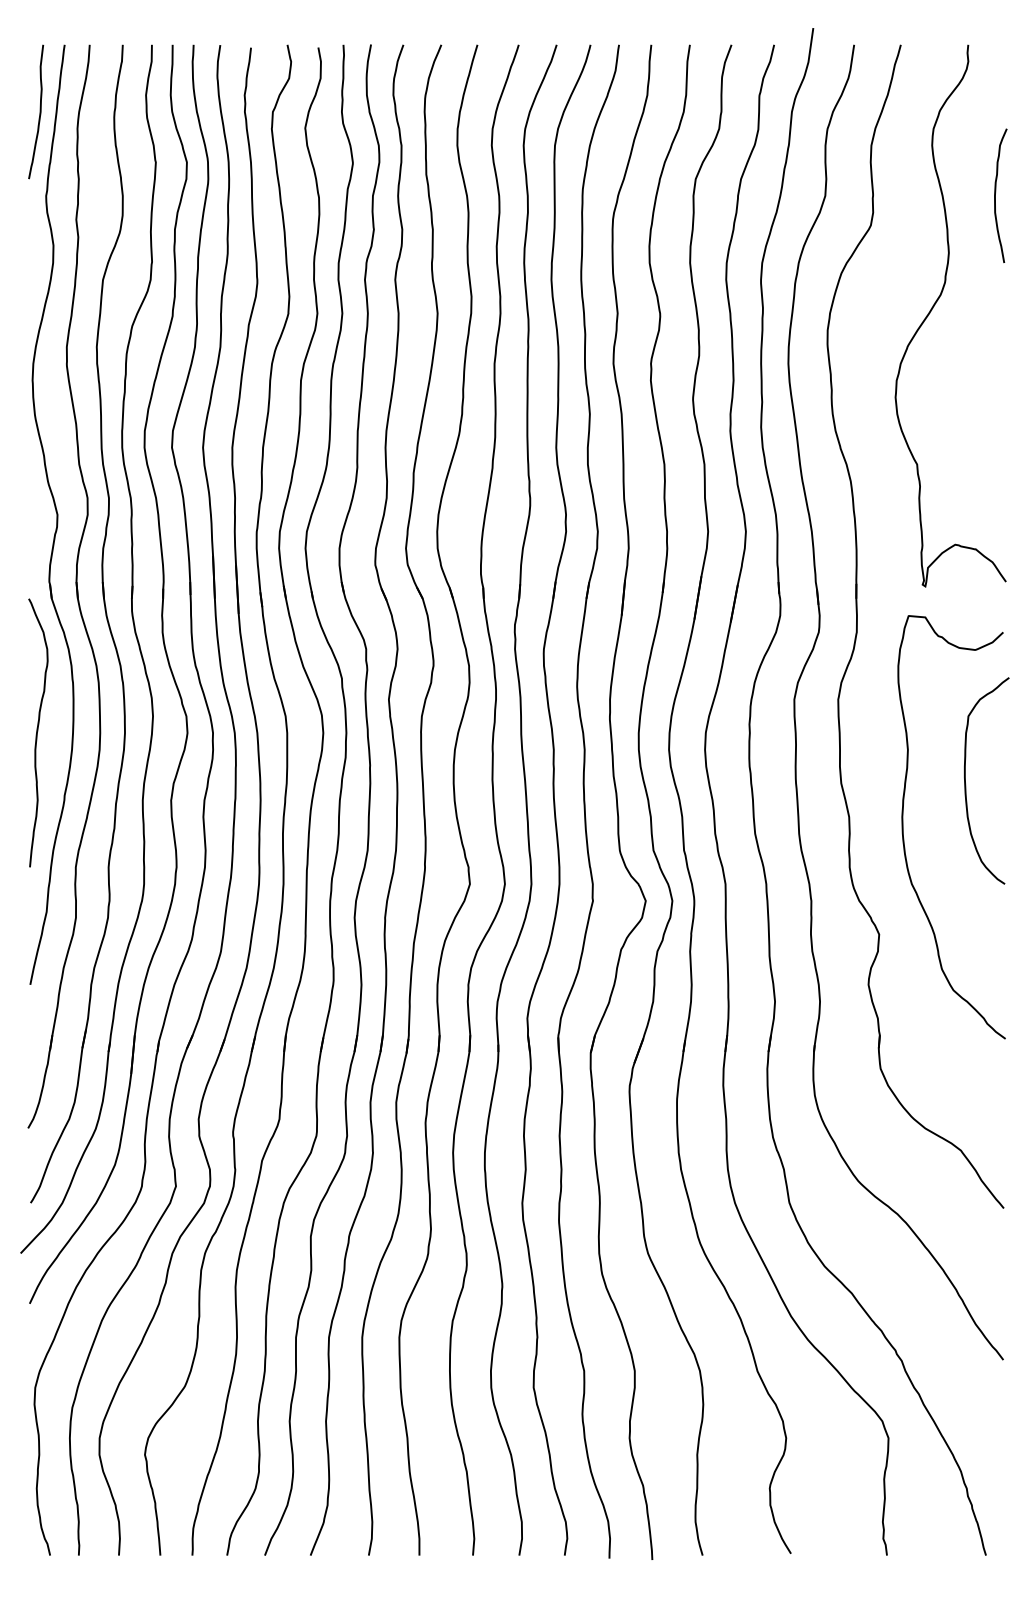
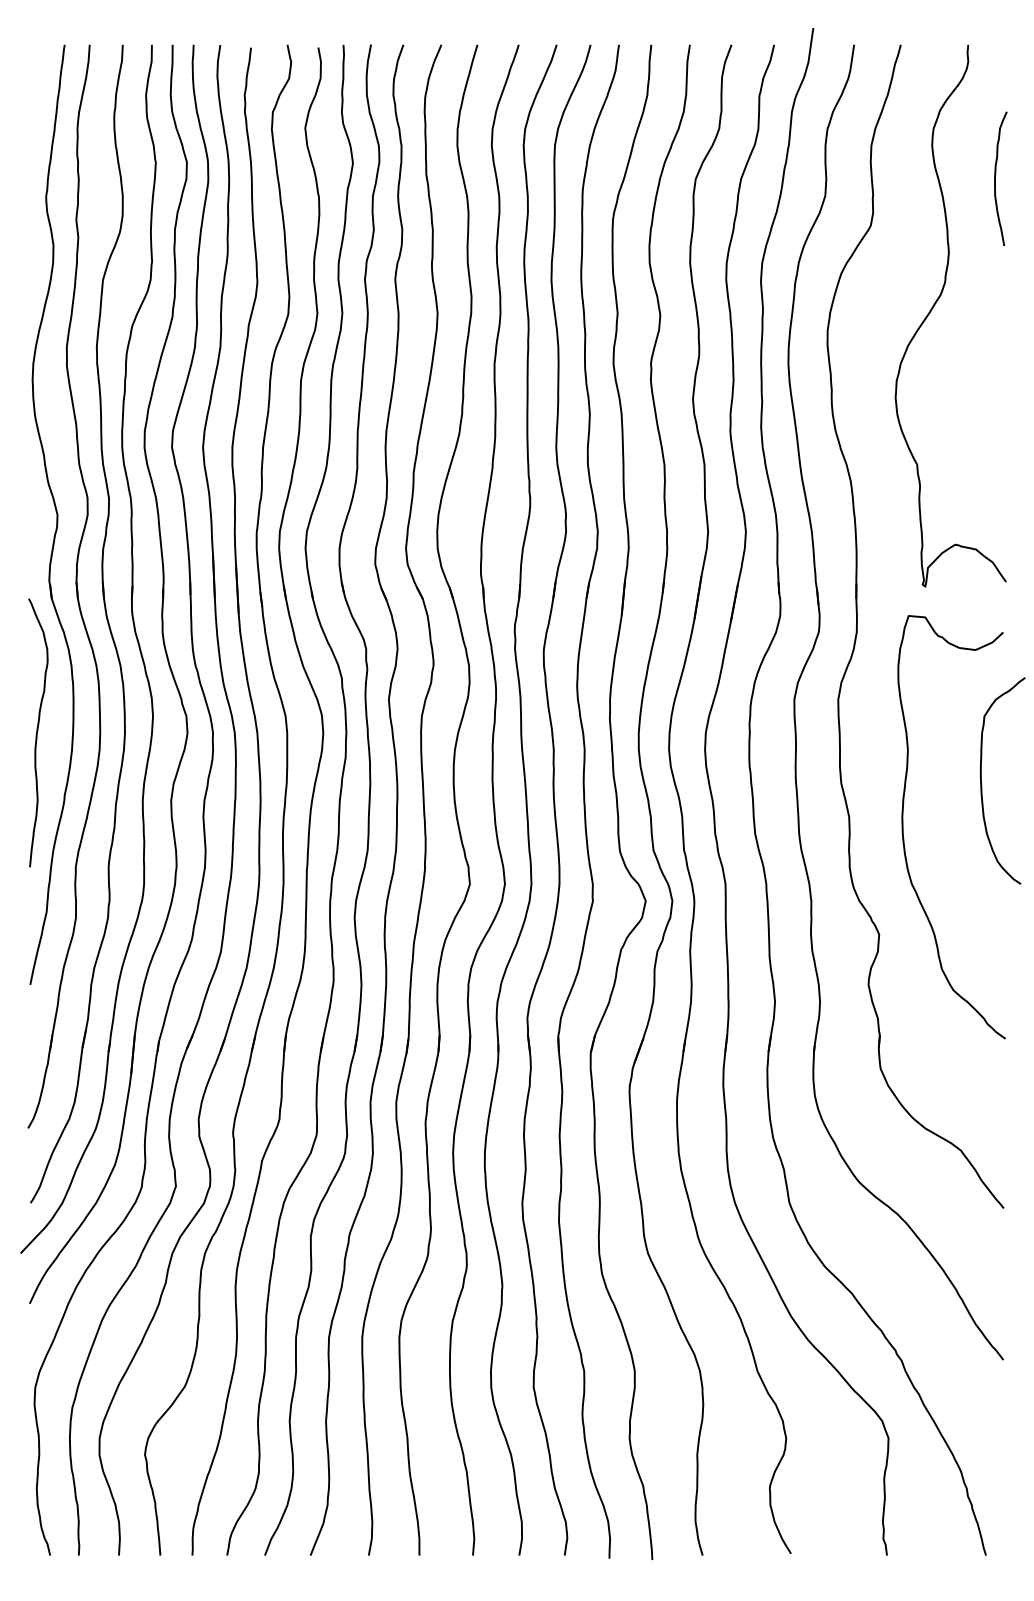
curve at (39, 111): present -> none
curve at (996, 192) position: (996, 192) -> (996, 175)
curve at (966, 784) position: (966, 784) -> (982, 784)
